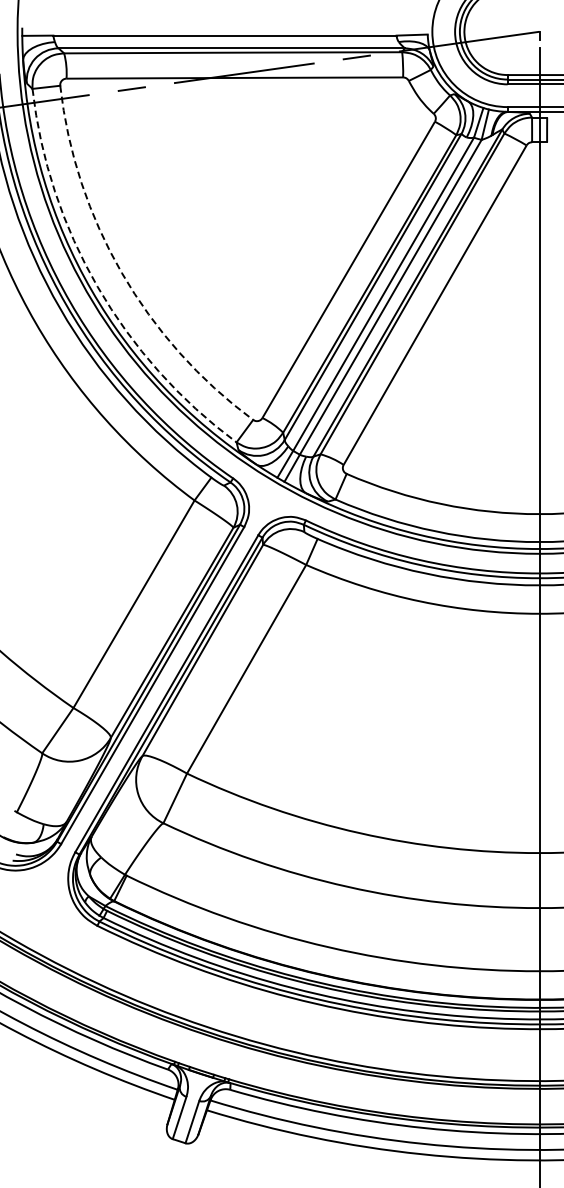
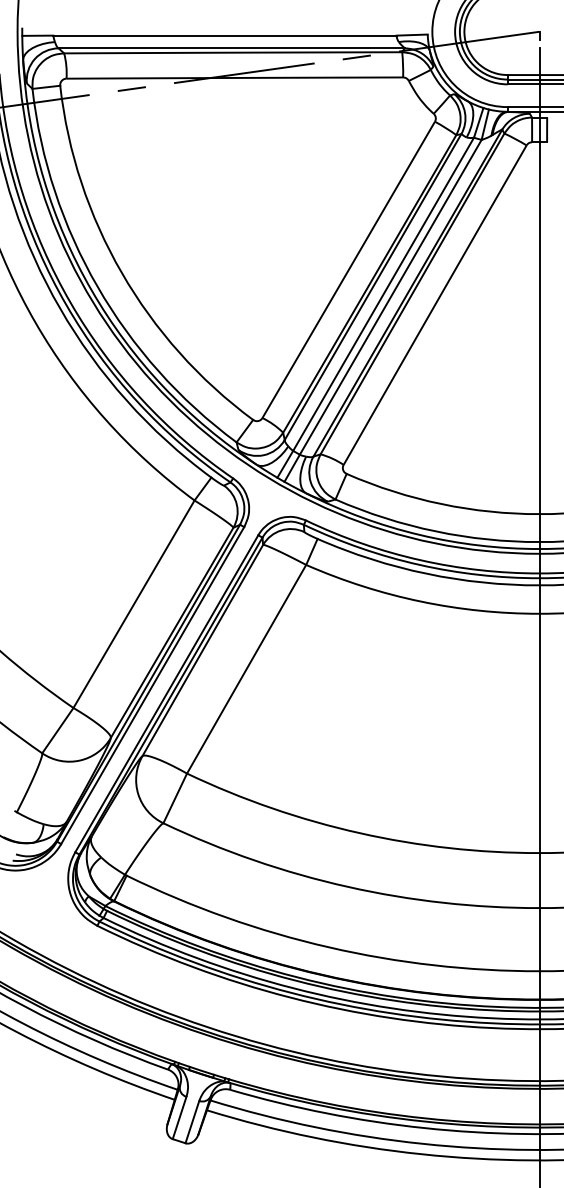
arc at (121, 272): dashed -> solid
arc at (97, 286): dashed -> solid
